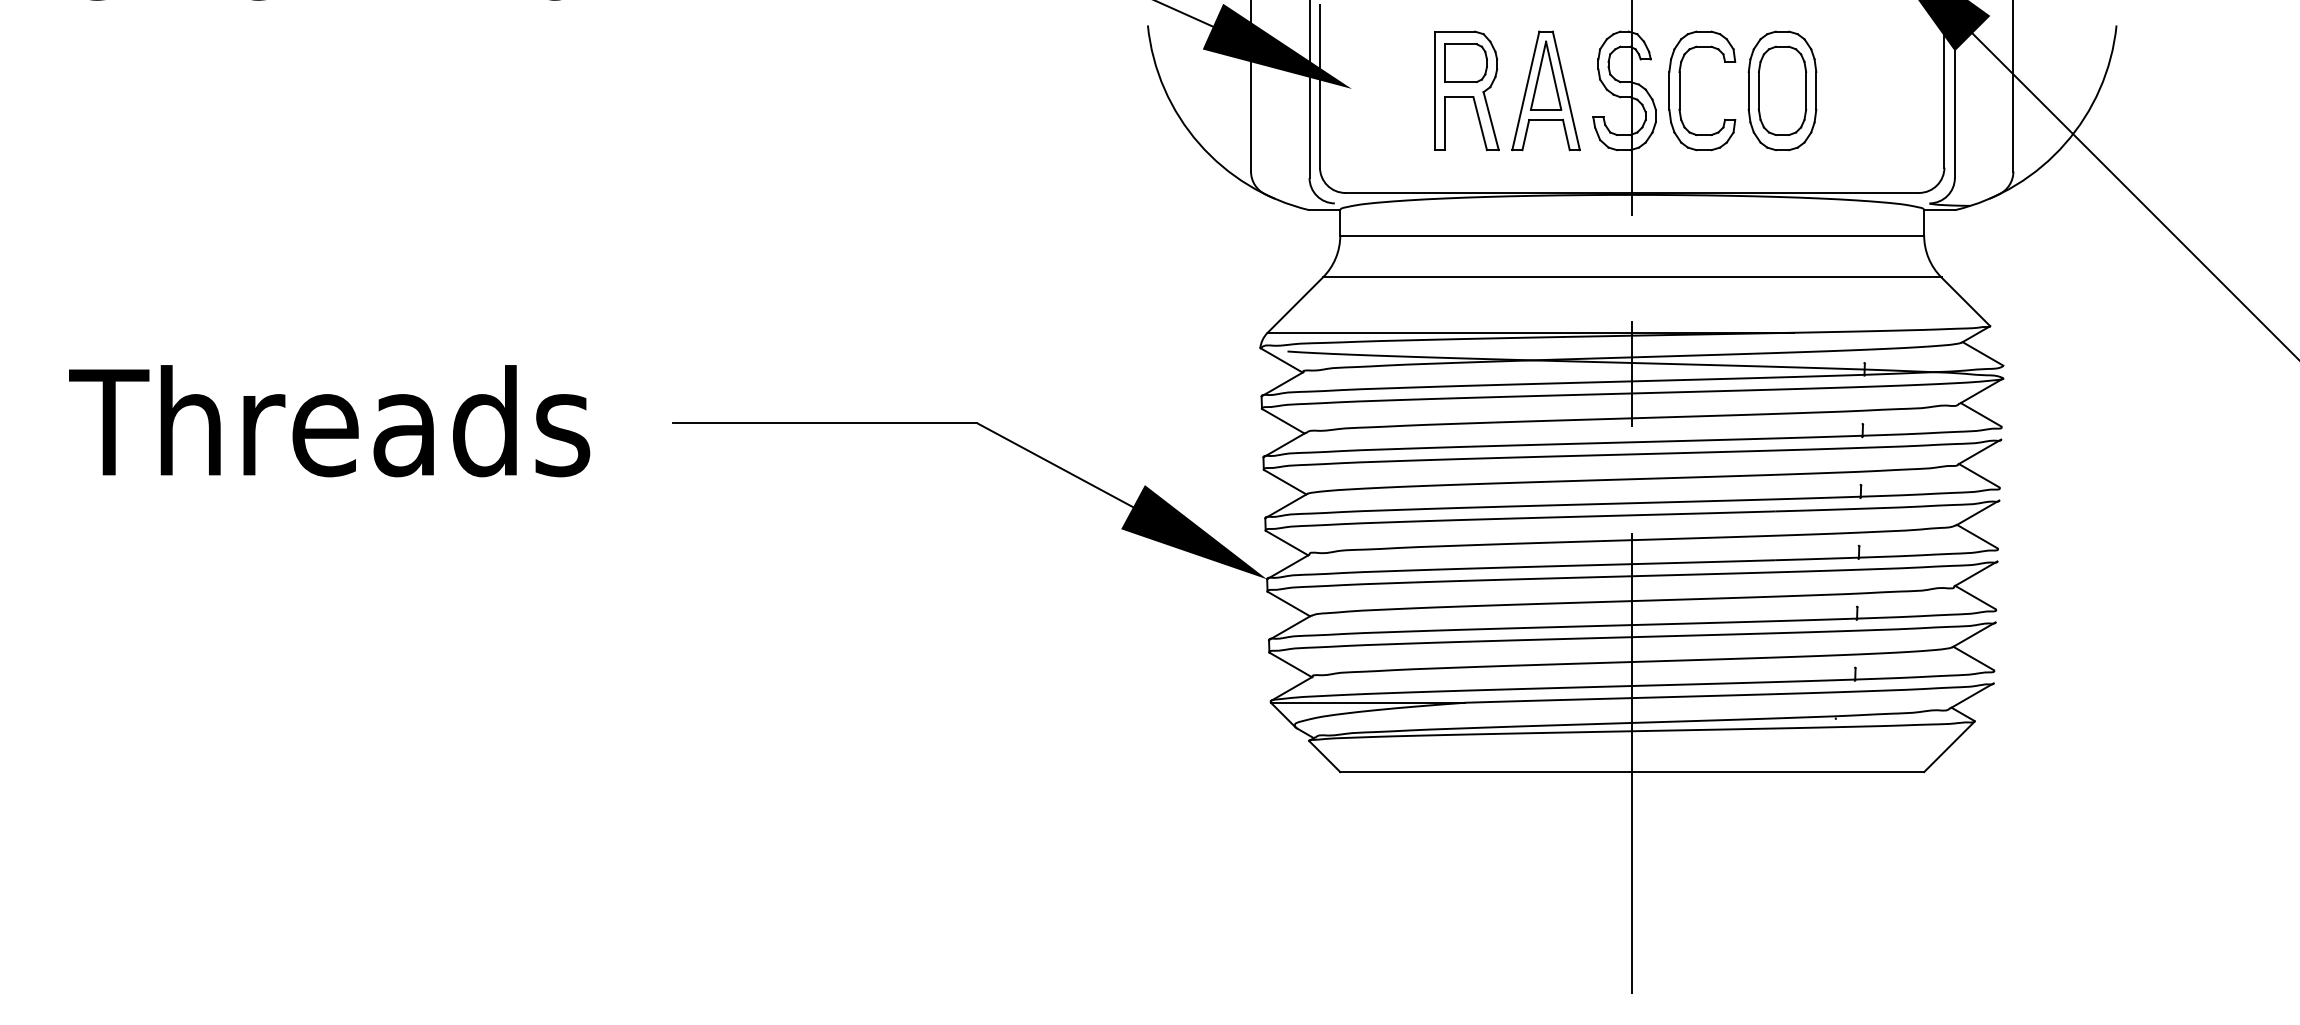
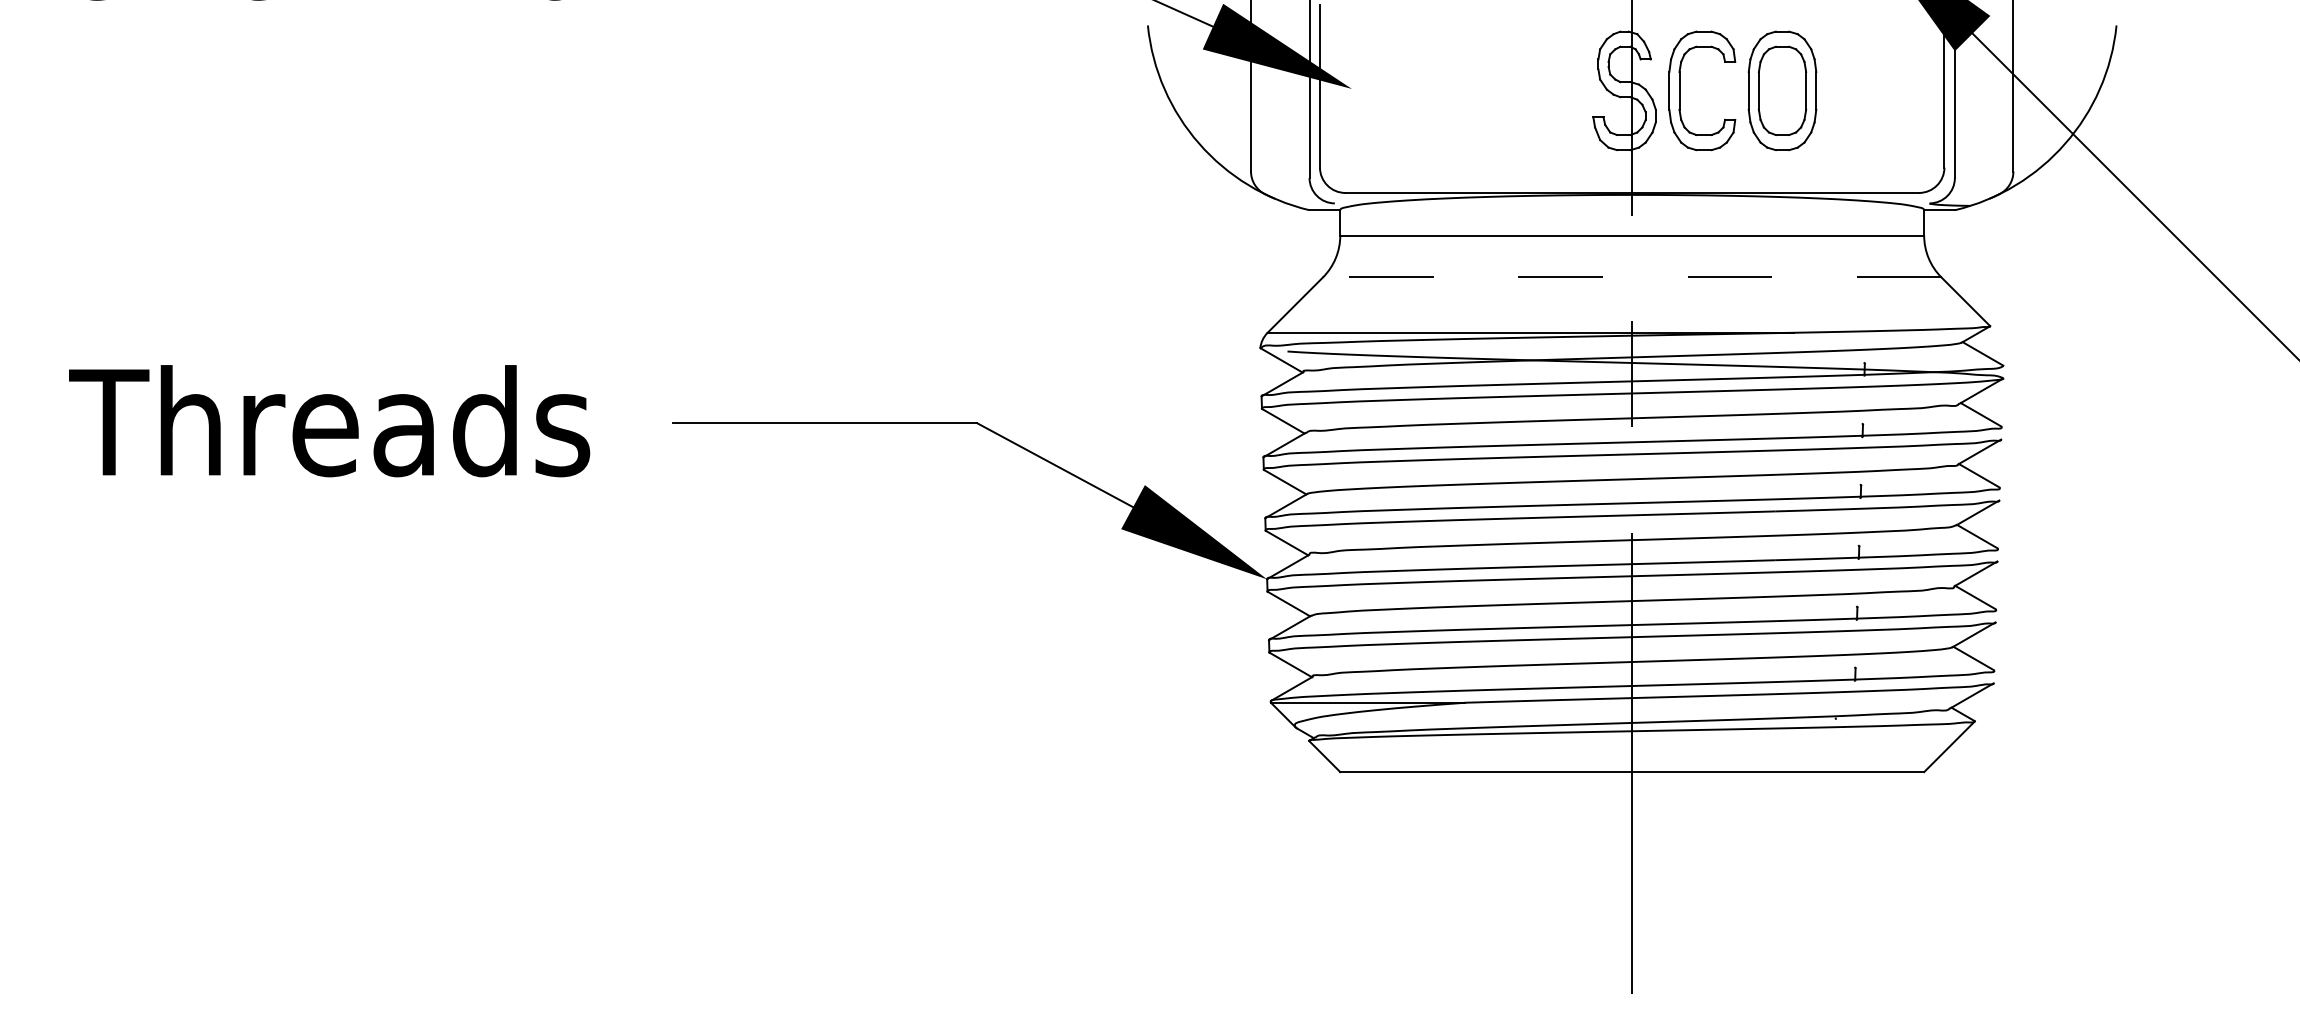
part at (1466, 90): present -> none
part at (1545, 90): present -> none
line at (1631, 277): solid -> dashed
